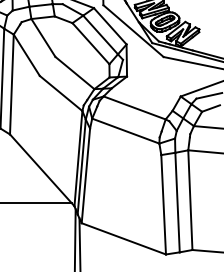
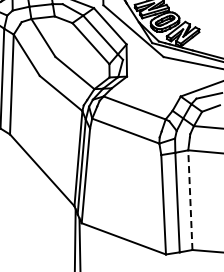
line at (190, 200): solid -> dashed
line at (37, 203): present -> none
